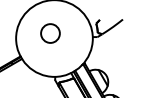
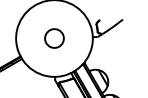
circle at (50, 33) position: (50, 33) -> (54, 38)
